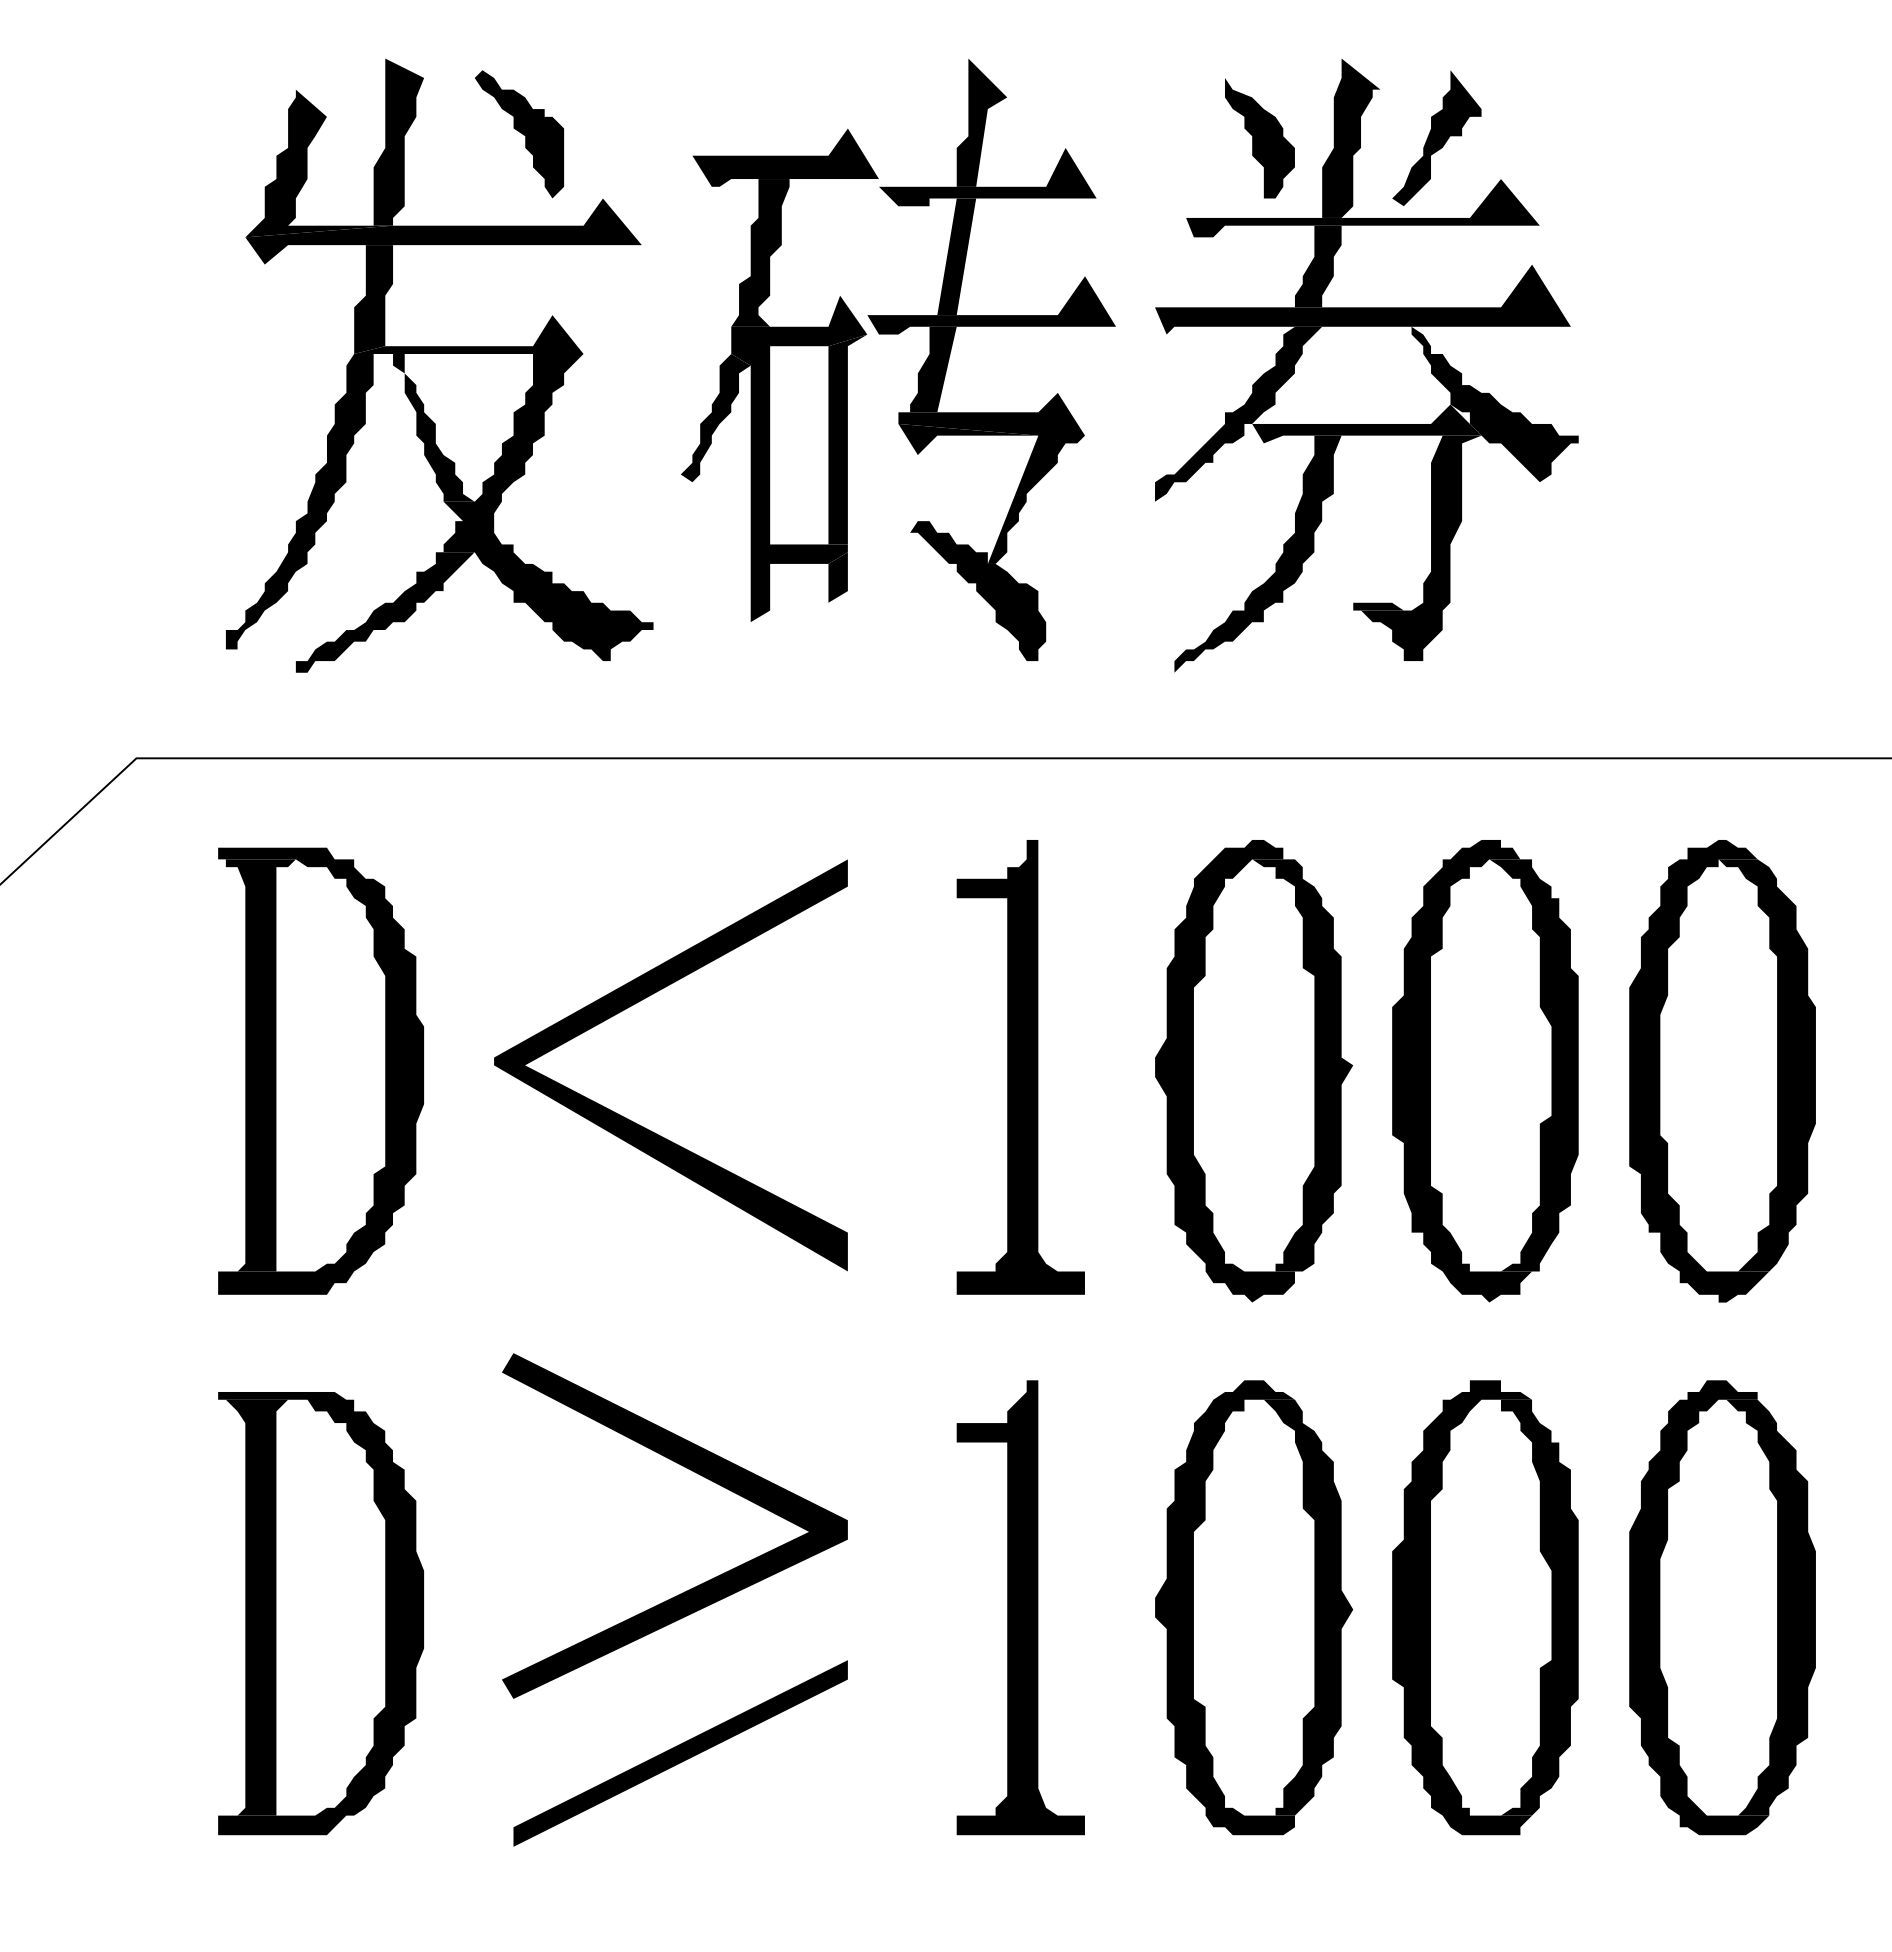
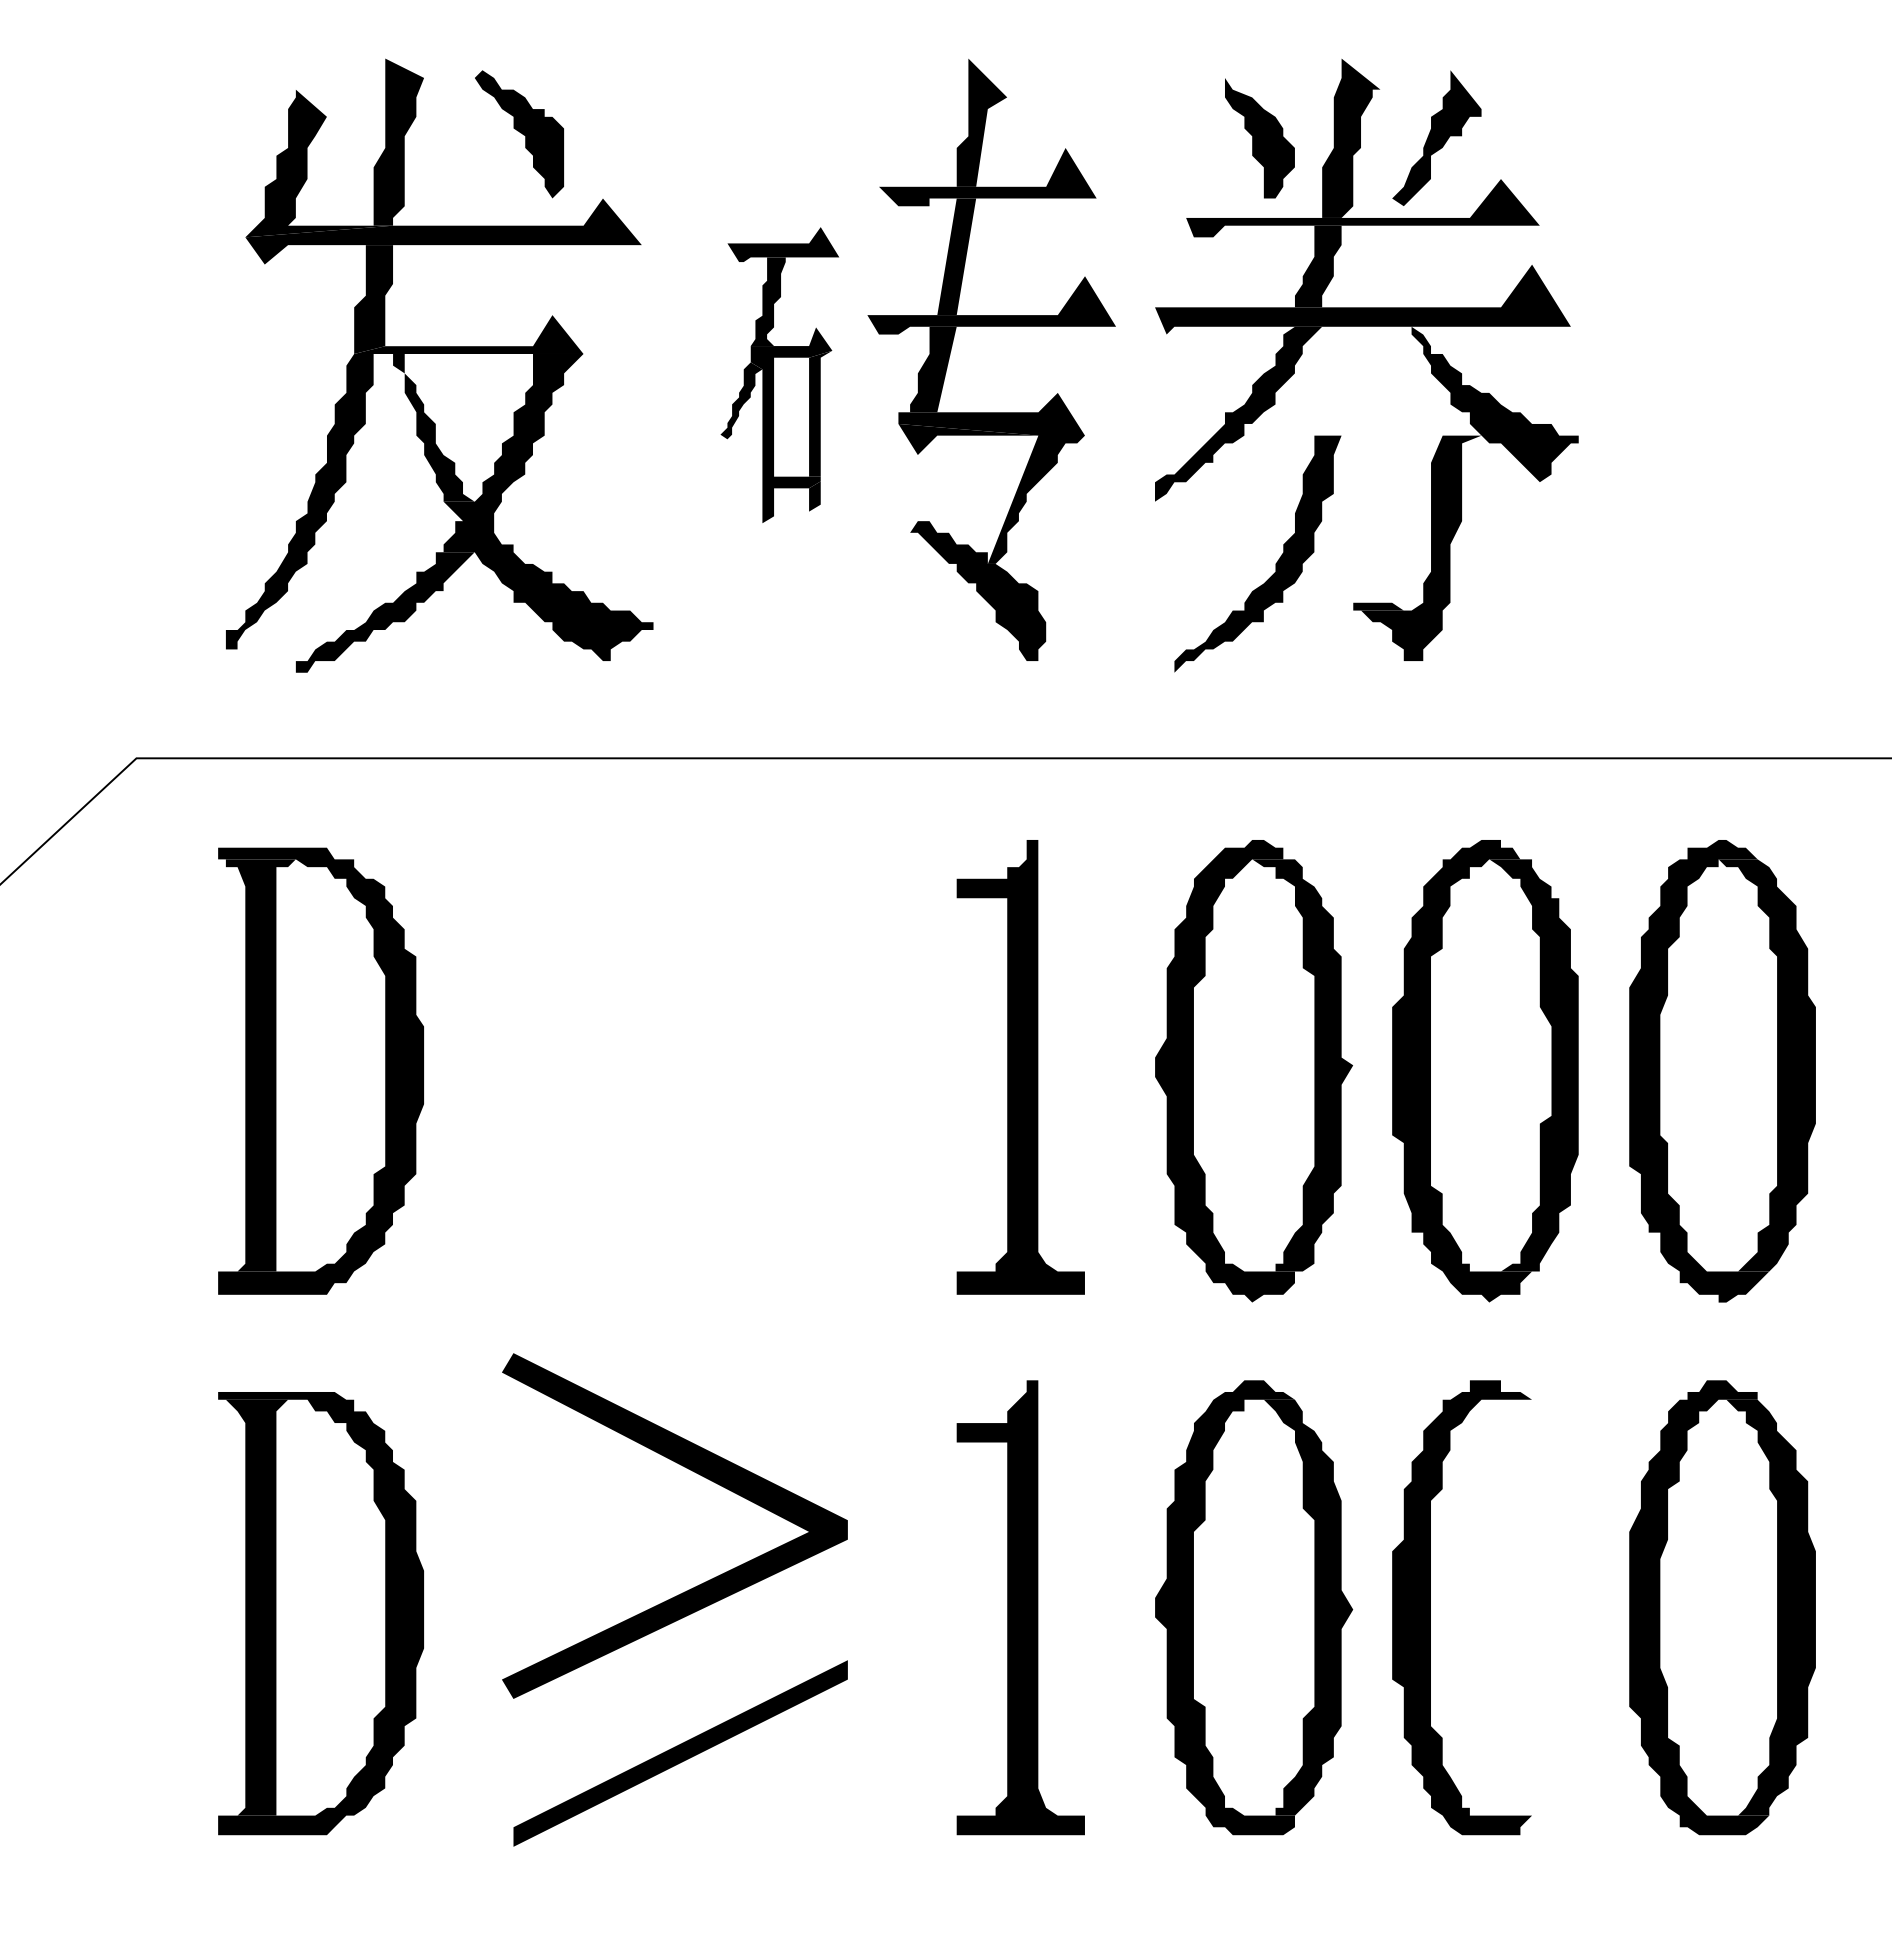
part at (779, 374) size: 198x494 px -> 119x296 px
fill at (1366, 423): present -> none
part at (641, 1125): present -> none
fill at (1533, 1607): present -> none
